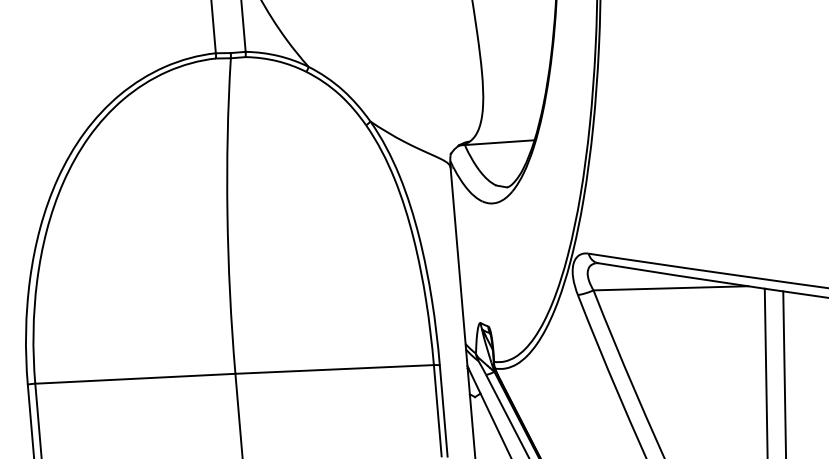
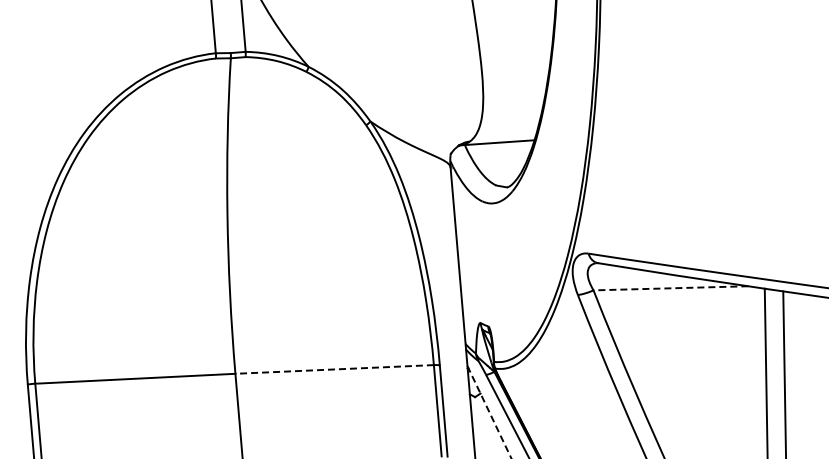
line at (670, 288): solid -> dashed
line at (334, 369): solid -> dashed
line at (489, 412): solid -> dashed
